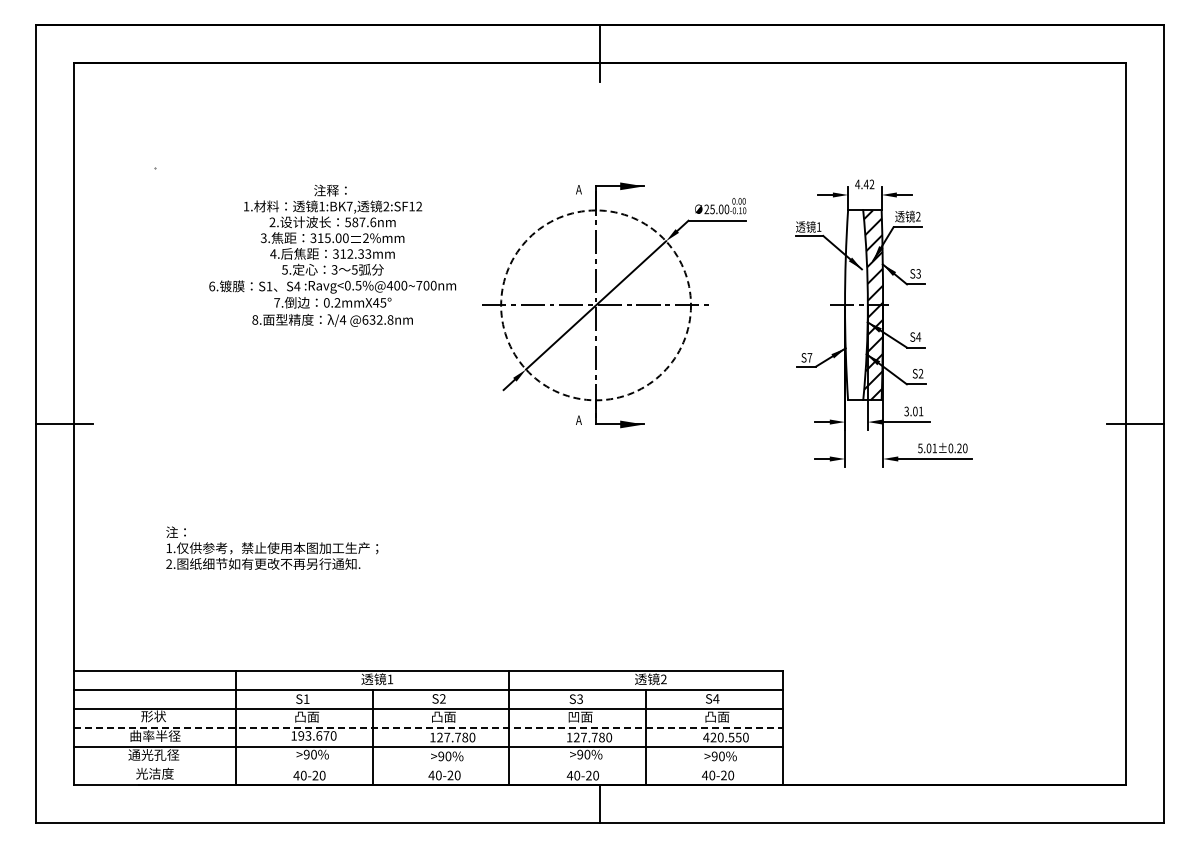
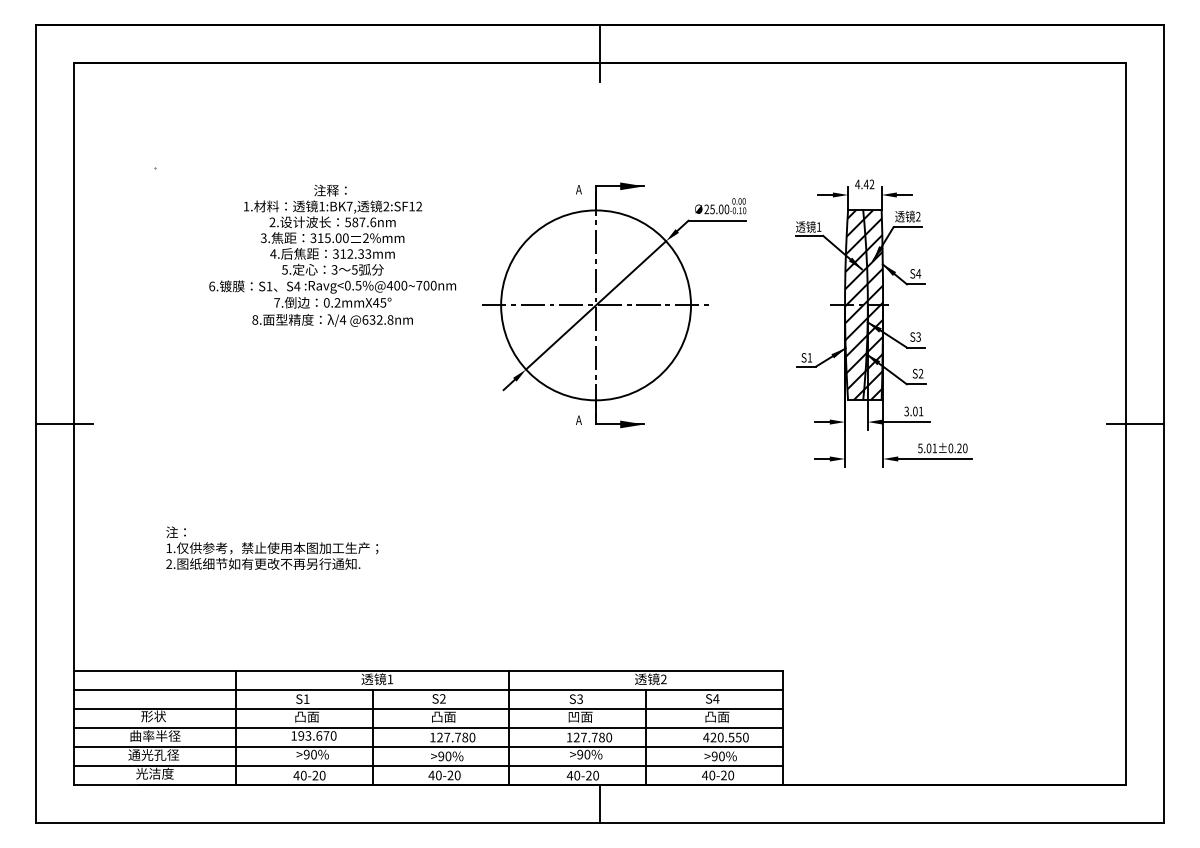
text at (918, 273): S3 -> S4
circle at (596, 305): dashed -> solid
hatch at (856, 305): none -> present
text at (918, 336): S4 -> S3
text at (809, 357): S7 -> S1
line at (428, 727): dashed -> solid
line at (427, 765): none -> present
